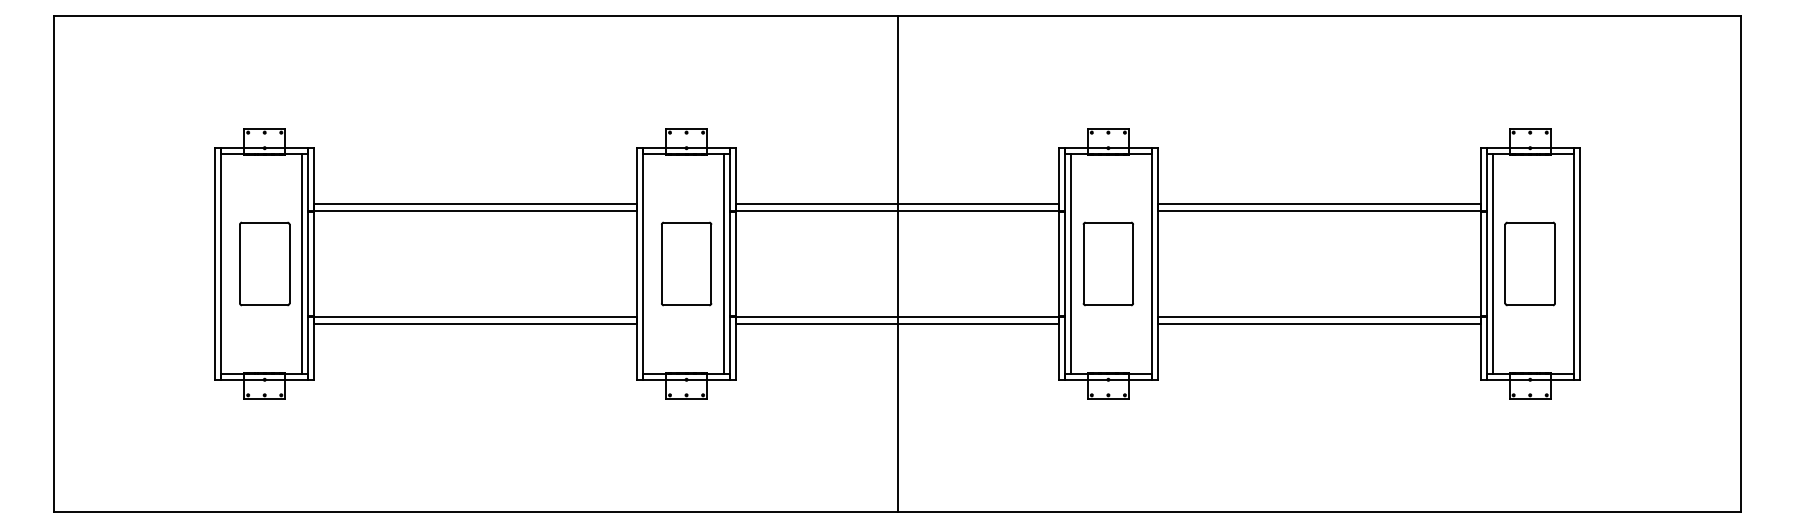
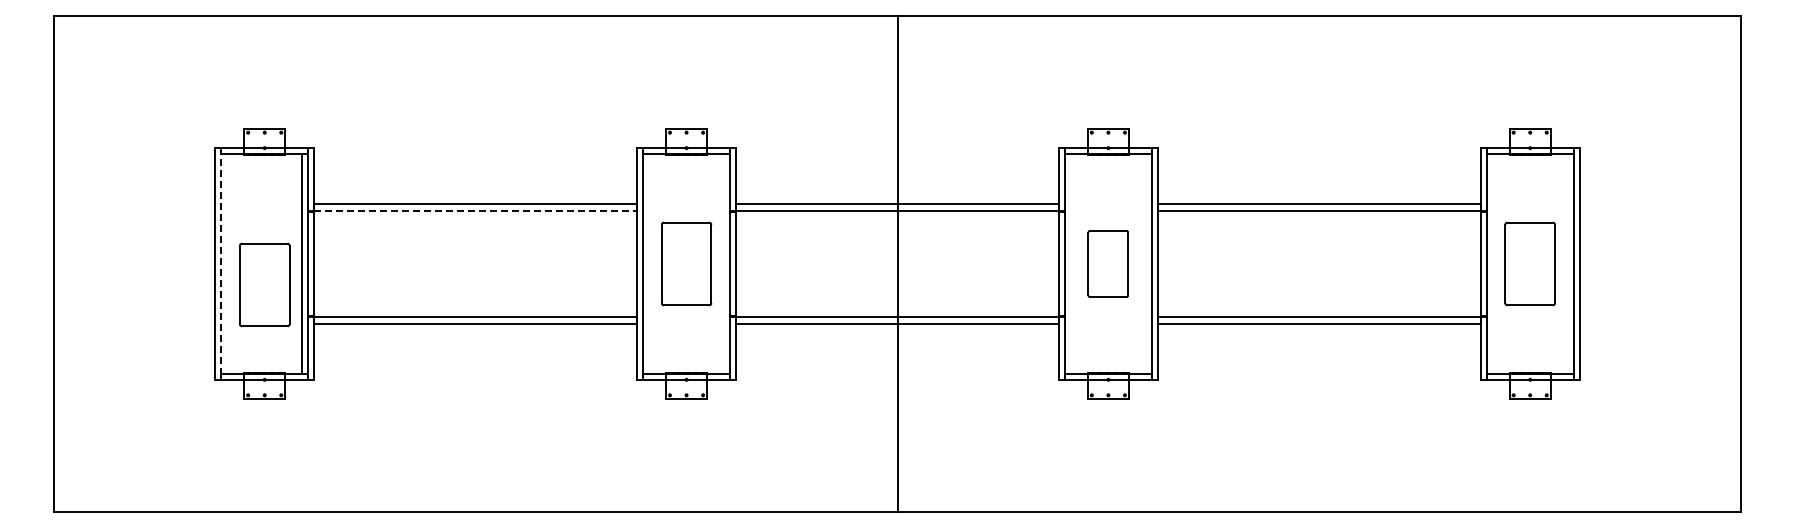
line at (476, 210): solid -> dashed
line at (221, 263): solid -> dashed
part at (264, 263) position: (264, 263) -> (264, 284)
line at (723, 263): present -> none
line at (1071, 263): present -> none
part at (1107, 263) size: 52x86 px -> 42x68 px
line at (1492, 263): present -> none
